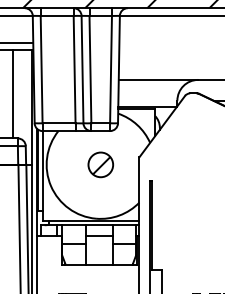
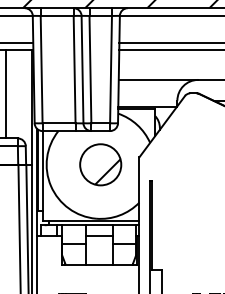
line at (170, 42): none -> present
line at (170, 50): none -> present
line at (12, 94) position: (12, 94) -> (5, 94)
part at (100, 164) size: 27x28 px -> 44x44 px
